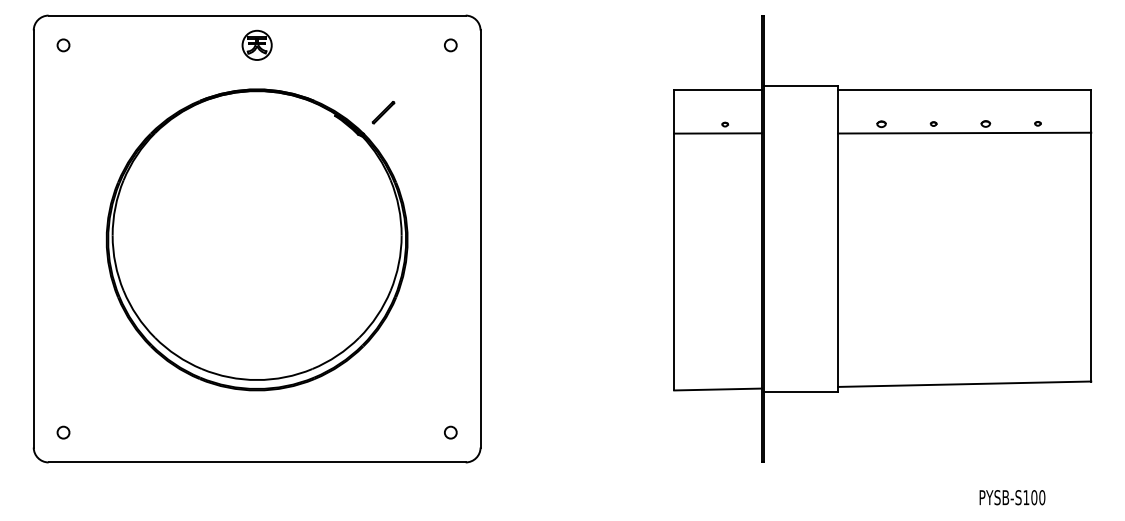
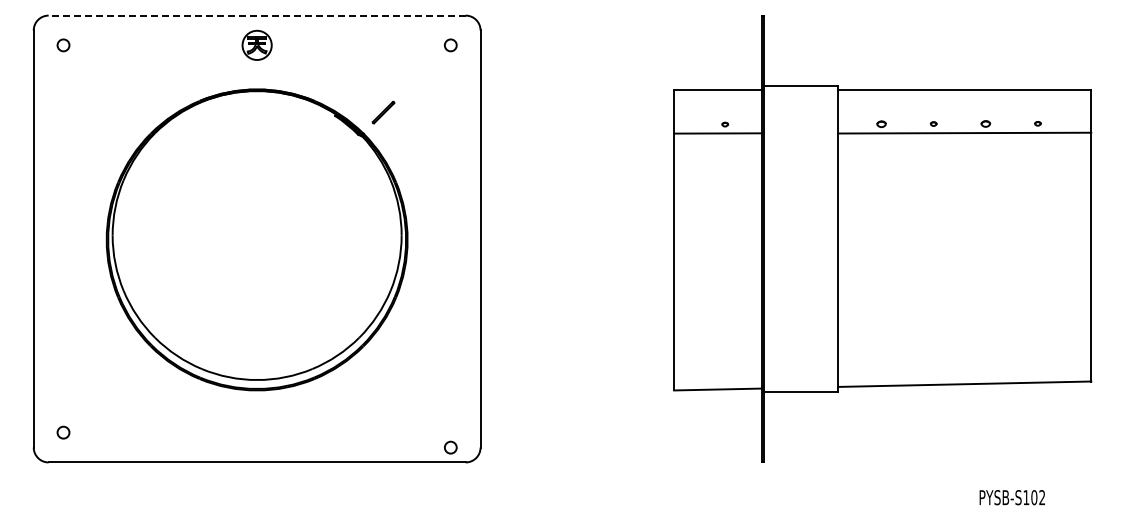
line at (257, 15): solid -> dashed
circle at (450, 432) position: (450, 432) -> (450, 447)
text at (1042, 497): PYSB-S100 -> PYSB-S102
